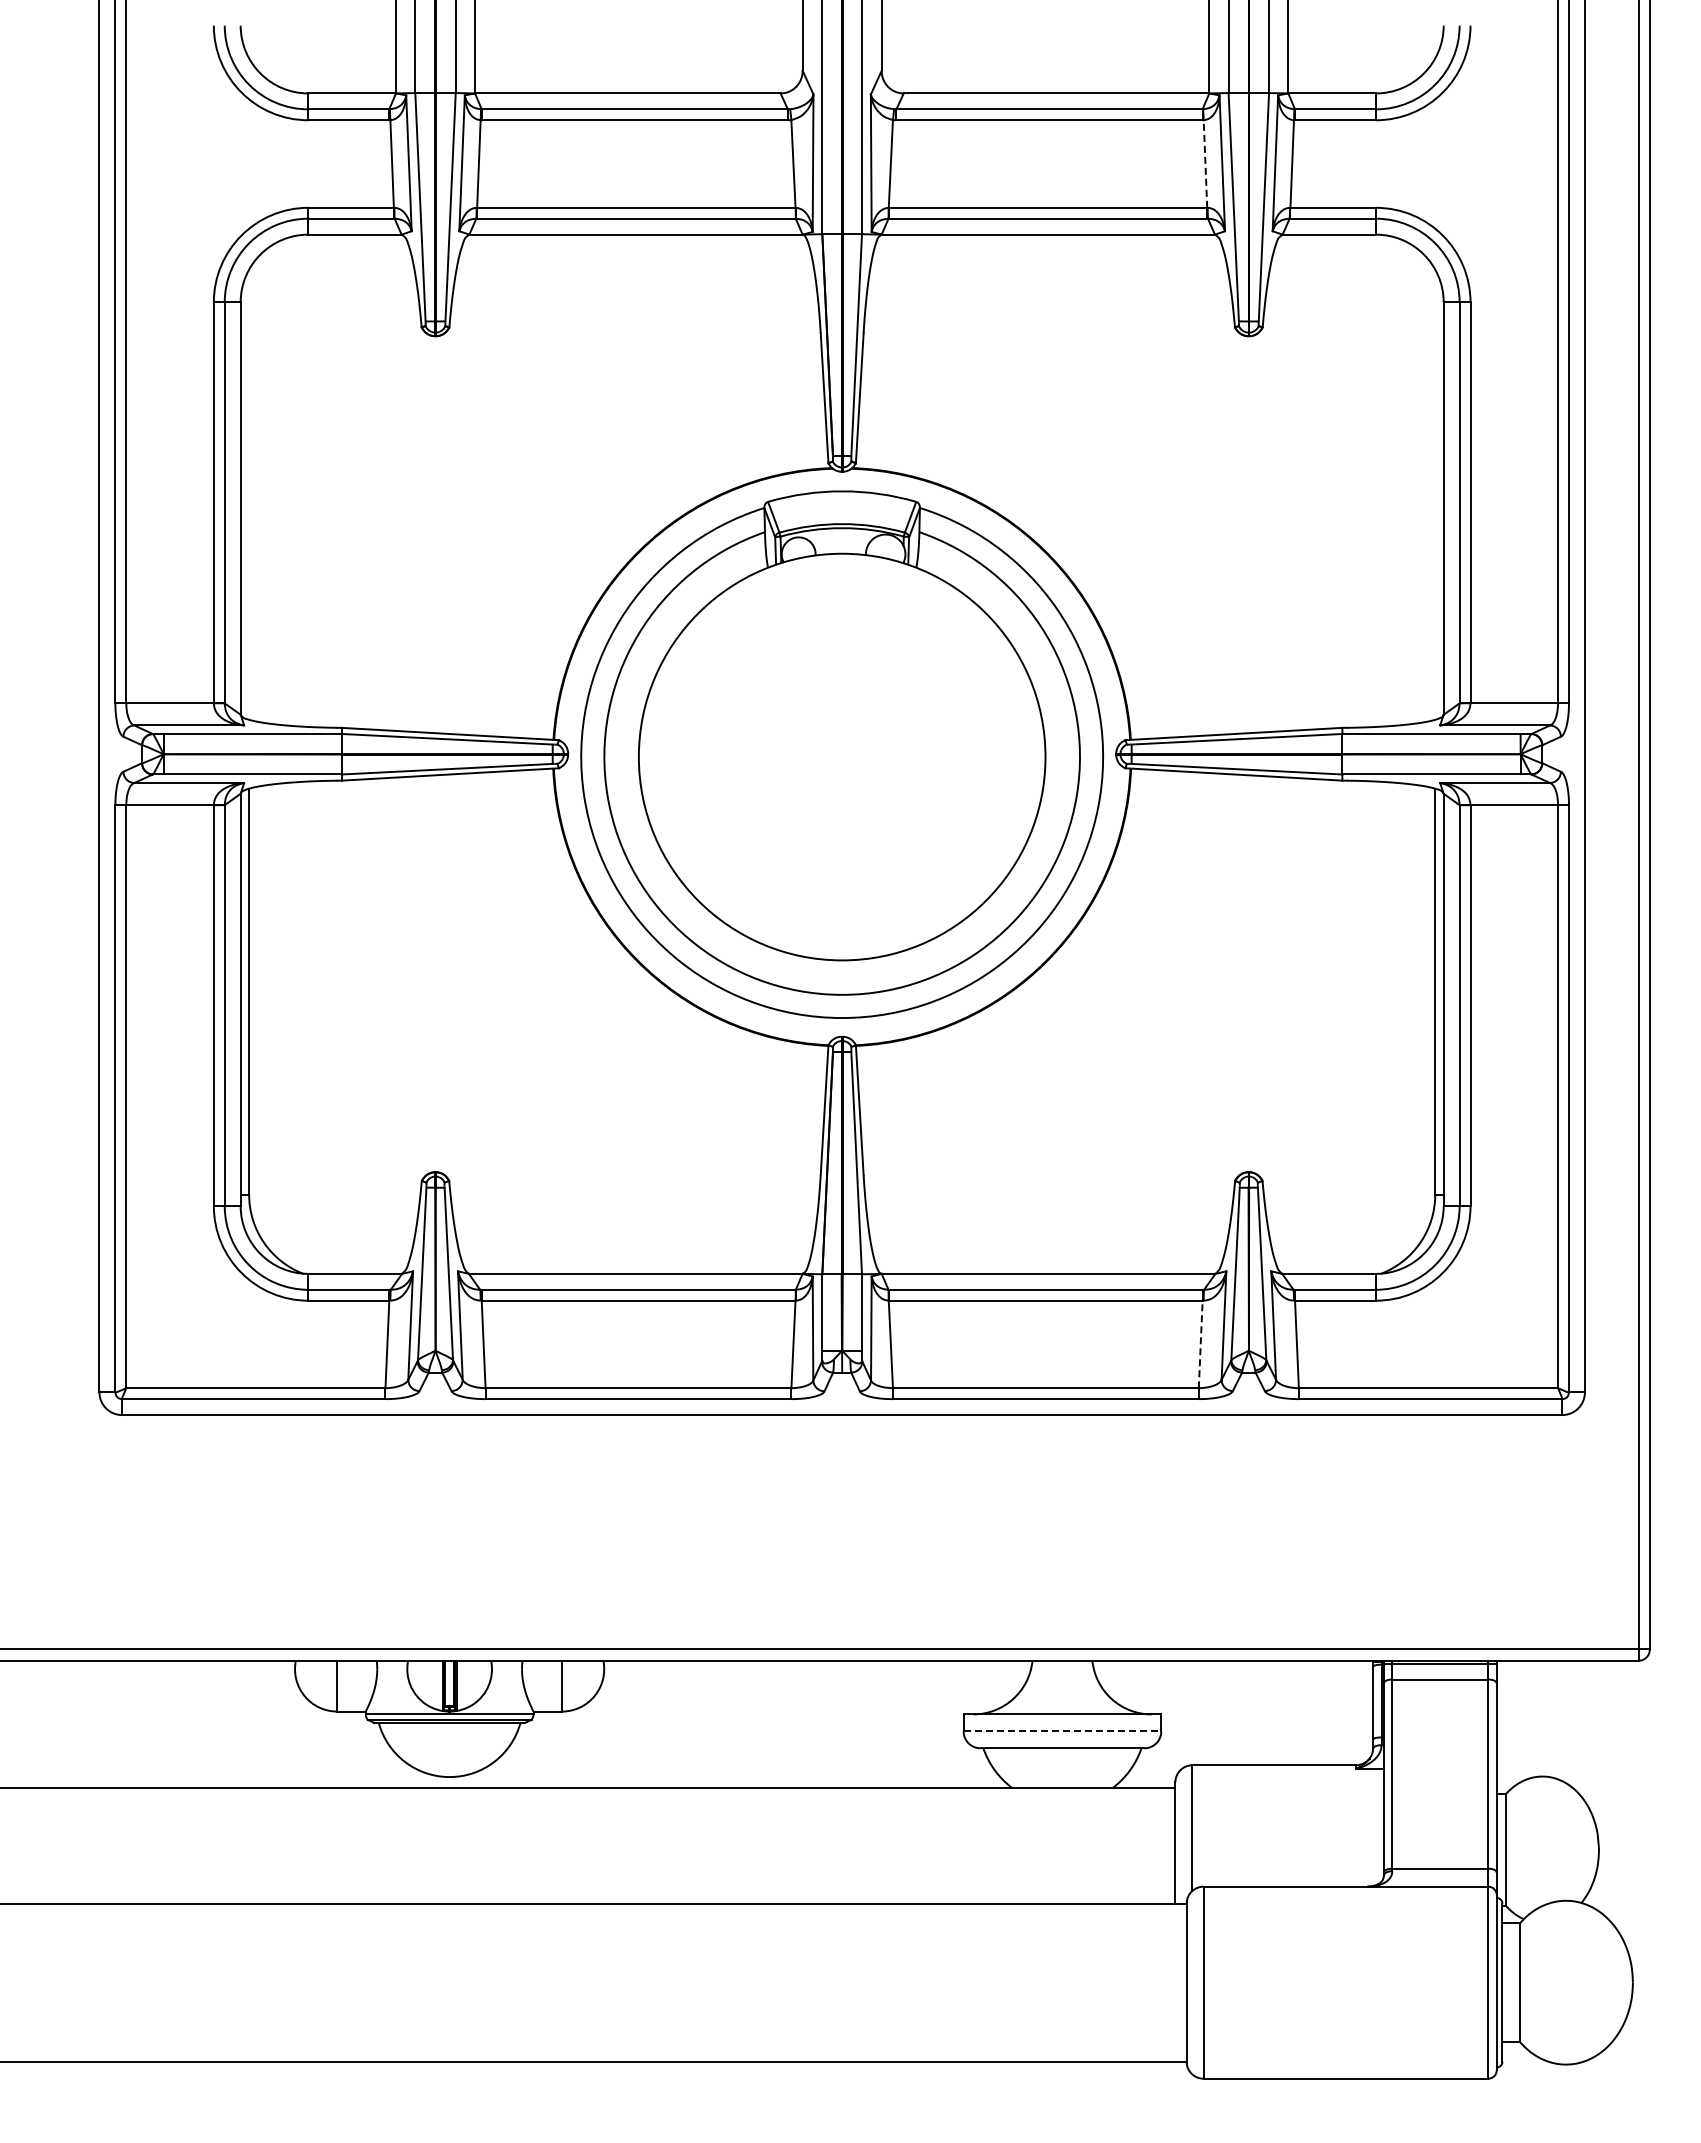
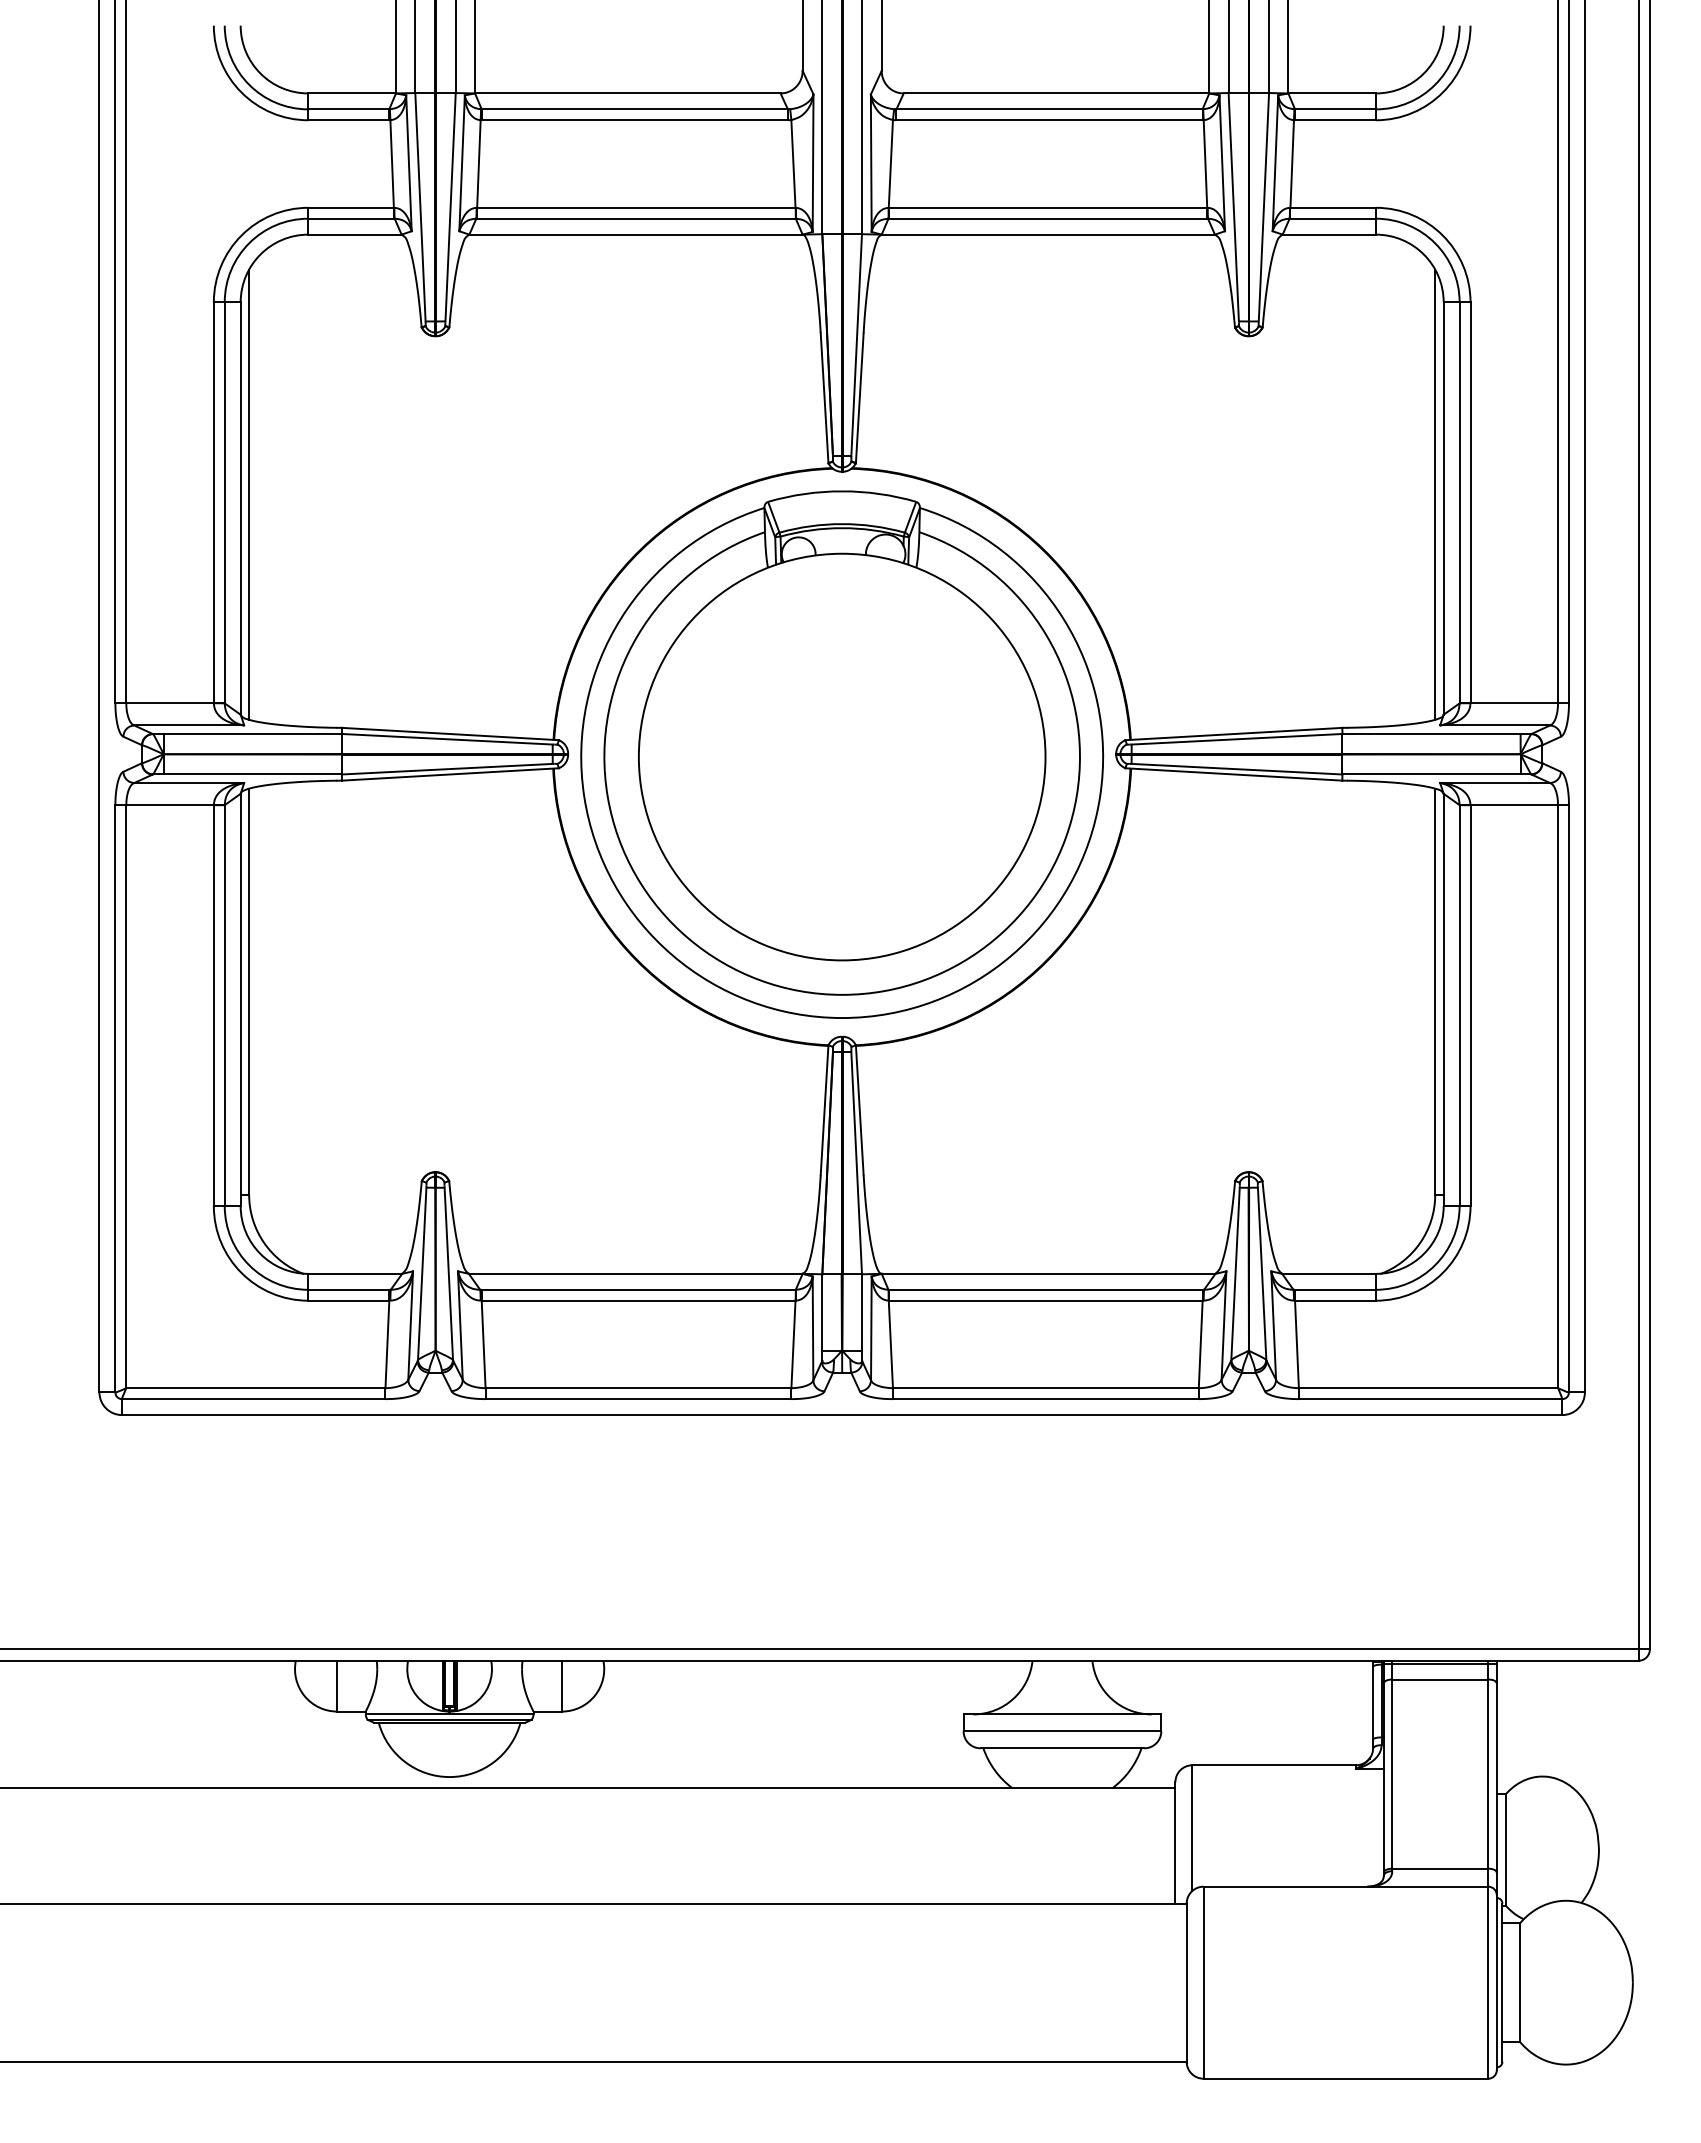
line at (1205, 164): dashed -> solid
line at (249, 494): none -> present
line at (1435, 494): none -> present
line at (1200, 1344): dashed -> solid
line at (1062, 1731): dashed -> solid
